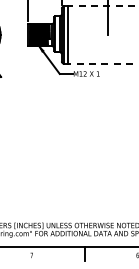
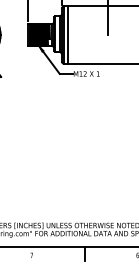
line at (103, 6): dashed -> solid
line at (103, 63): dashed -> solid
